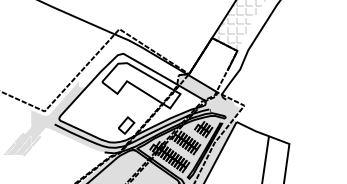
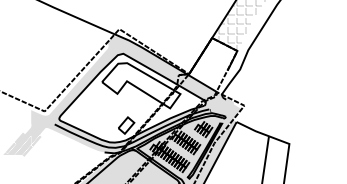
fill at (131, 61): none -> present
